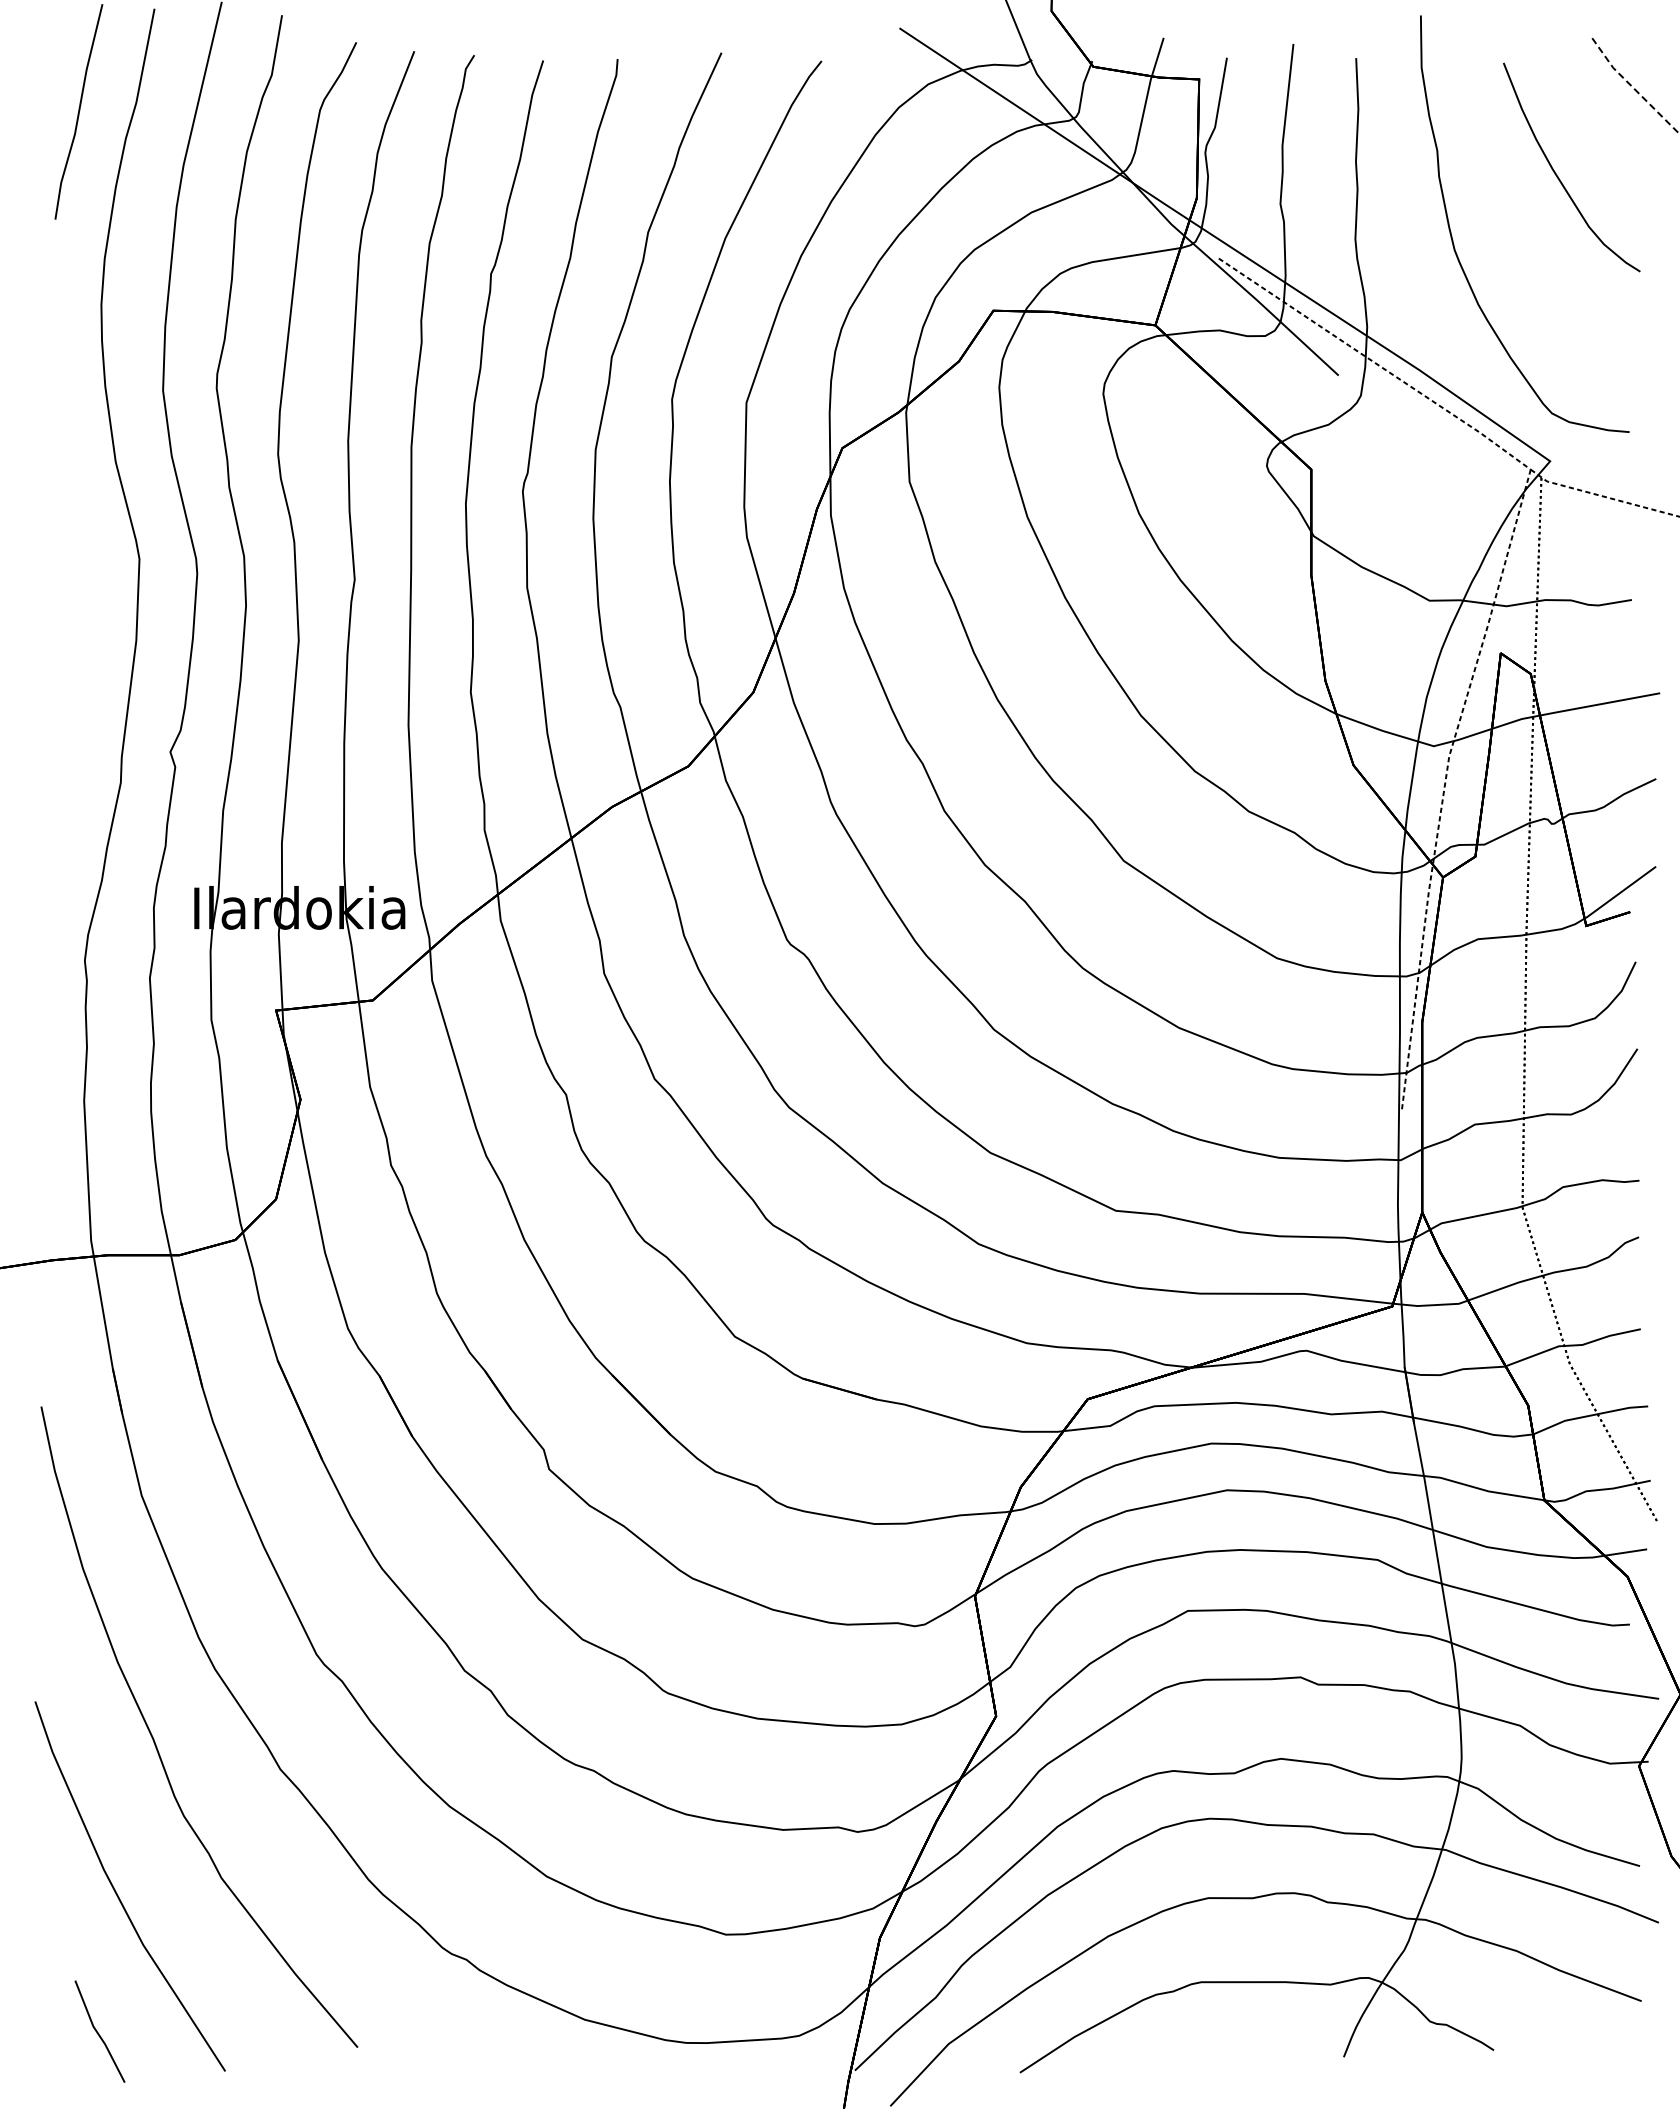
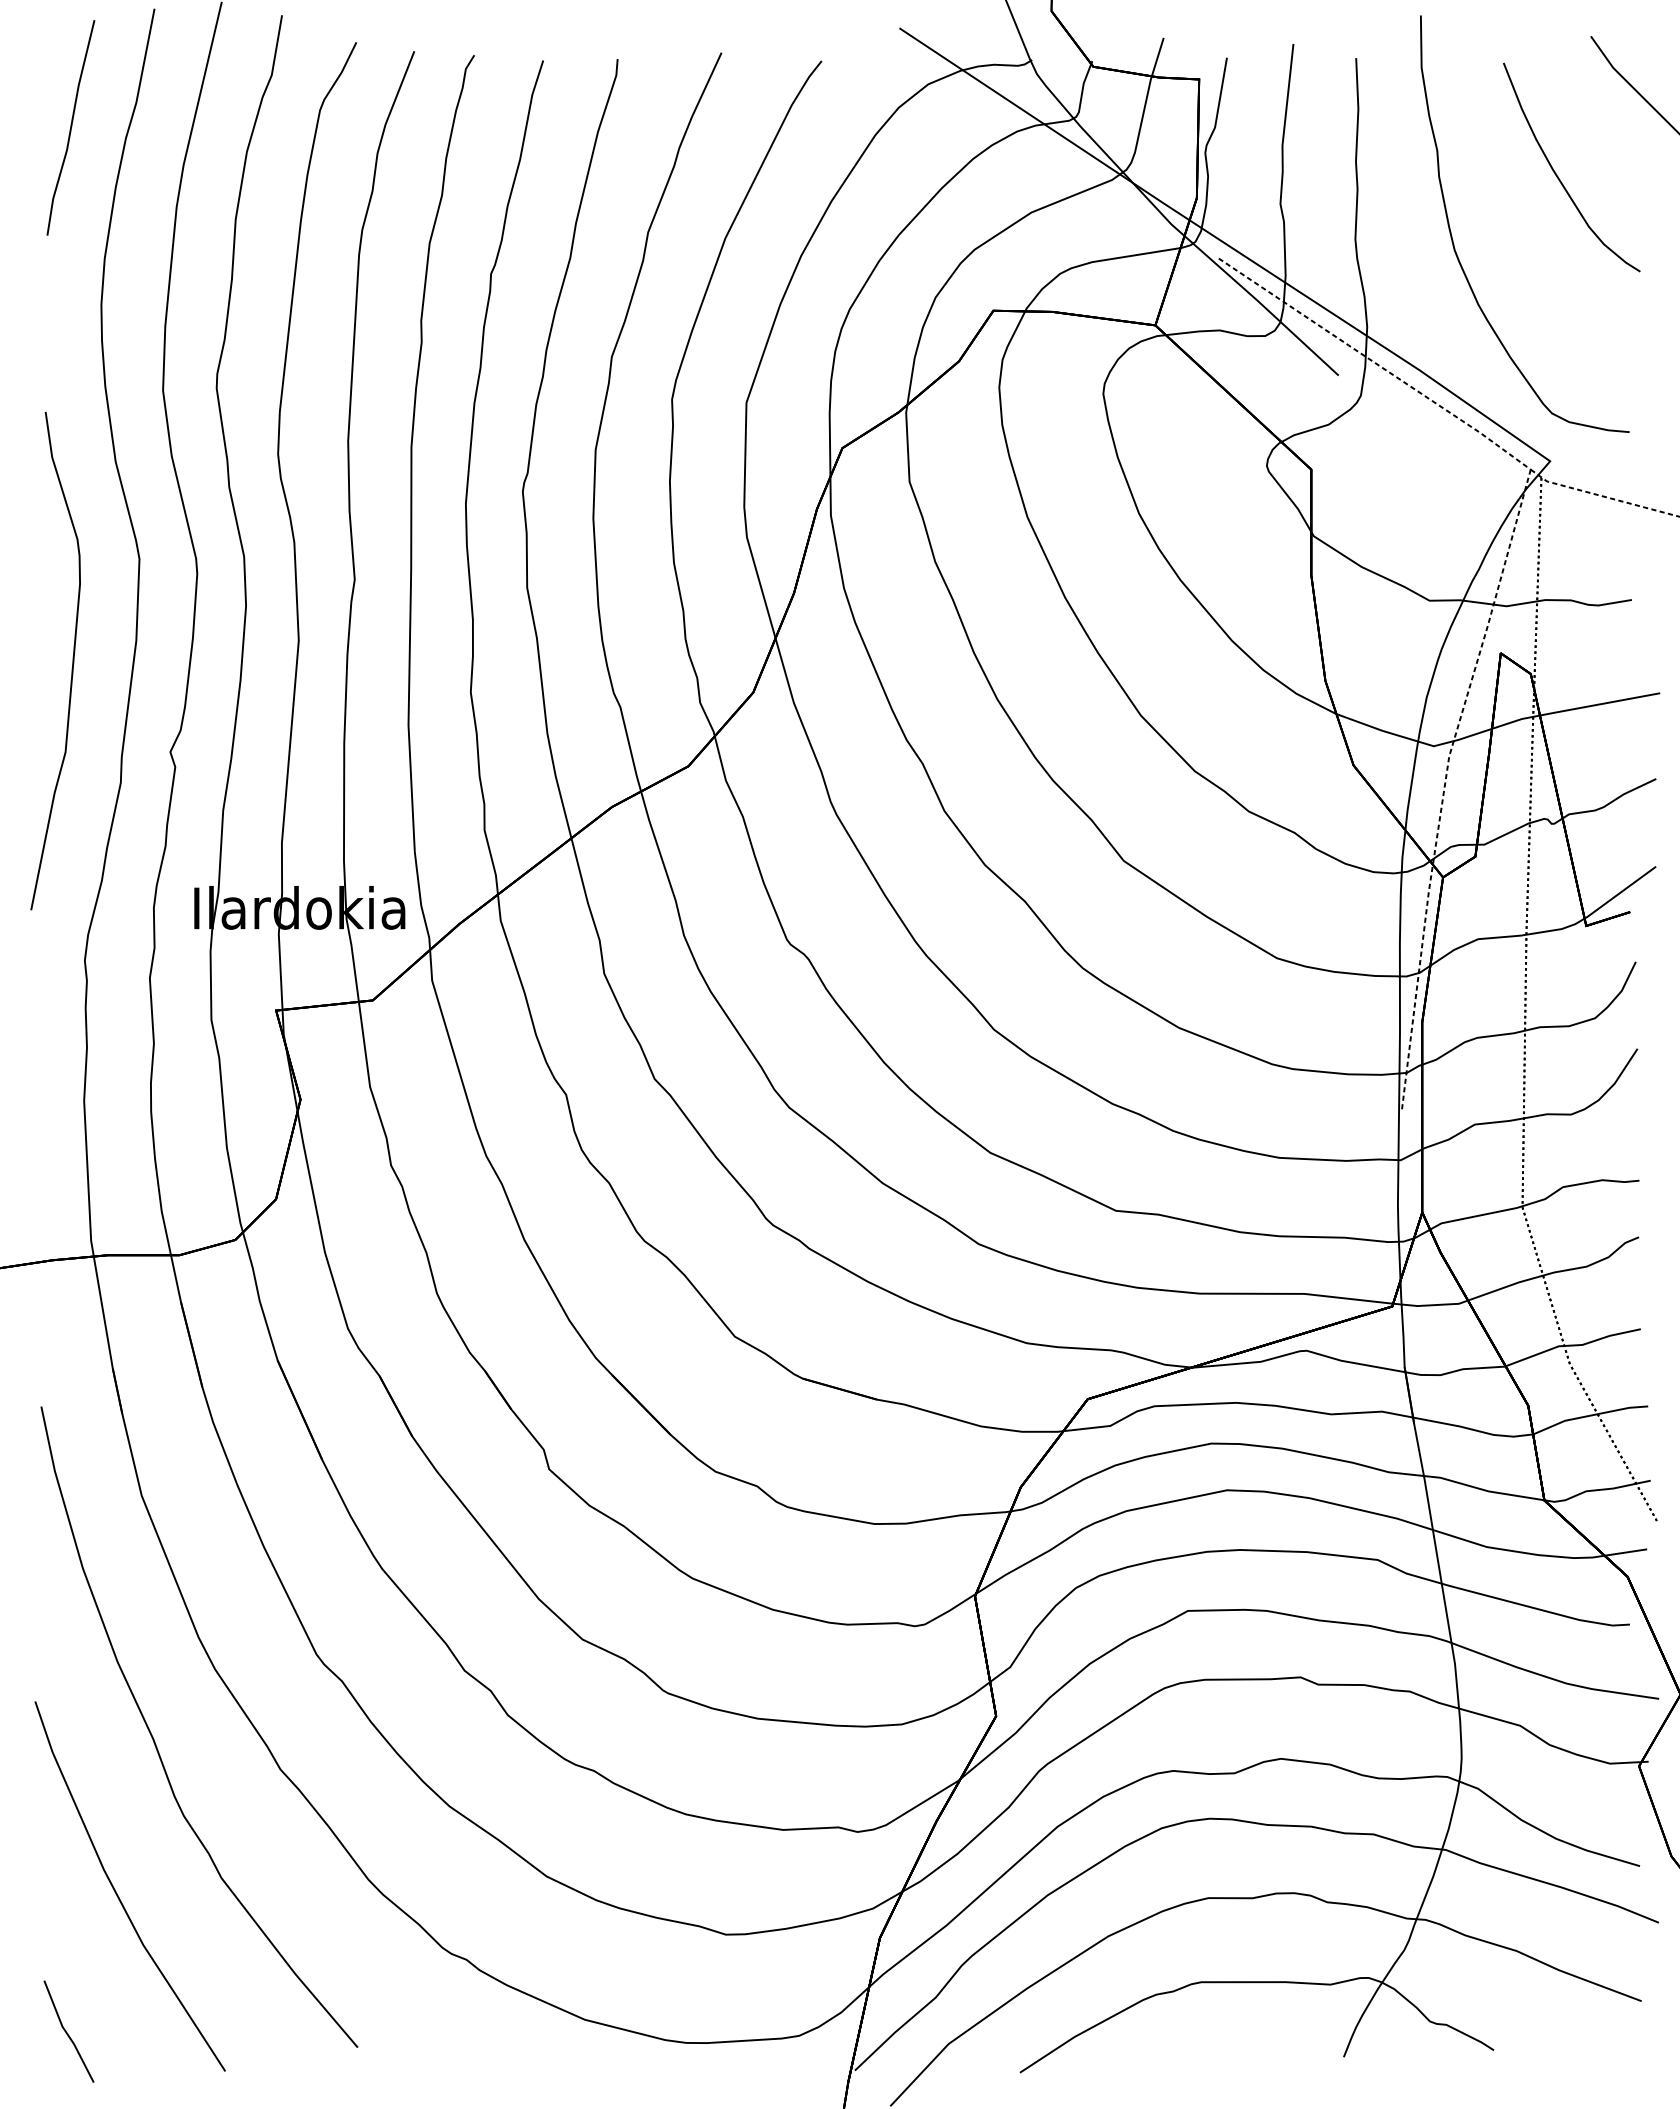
line at (1632, 86): dashed -> solid
line at (78, 111) position: (78, 111) -> (70, 127)
curve at (72, 660): none -> present
line at (98, 2032) position: (98, 2032) -> (67, 2032)
